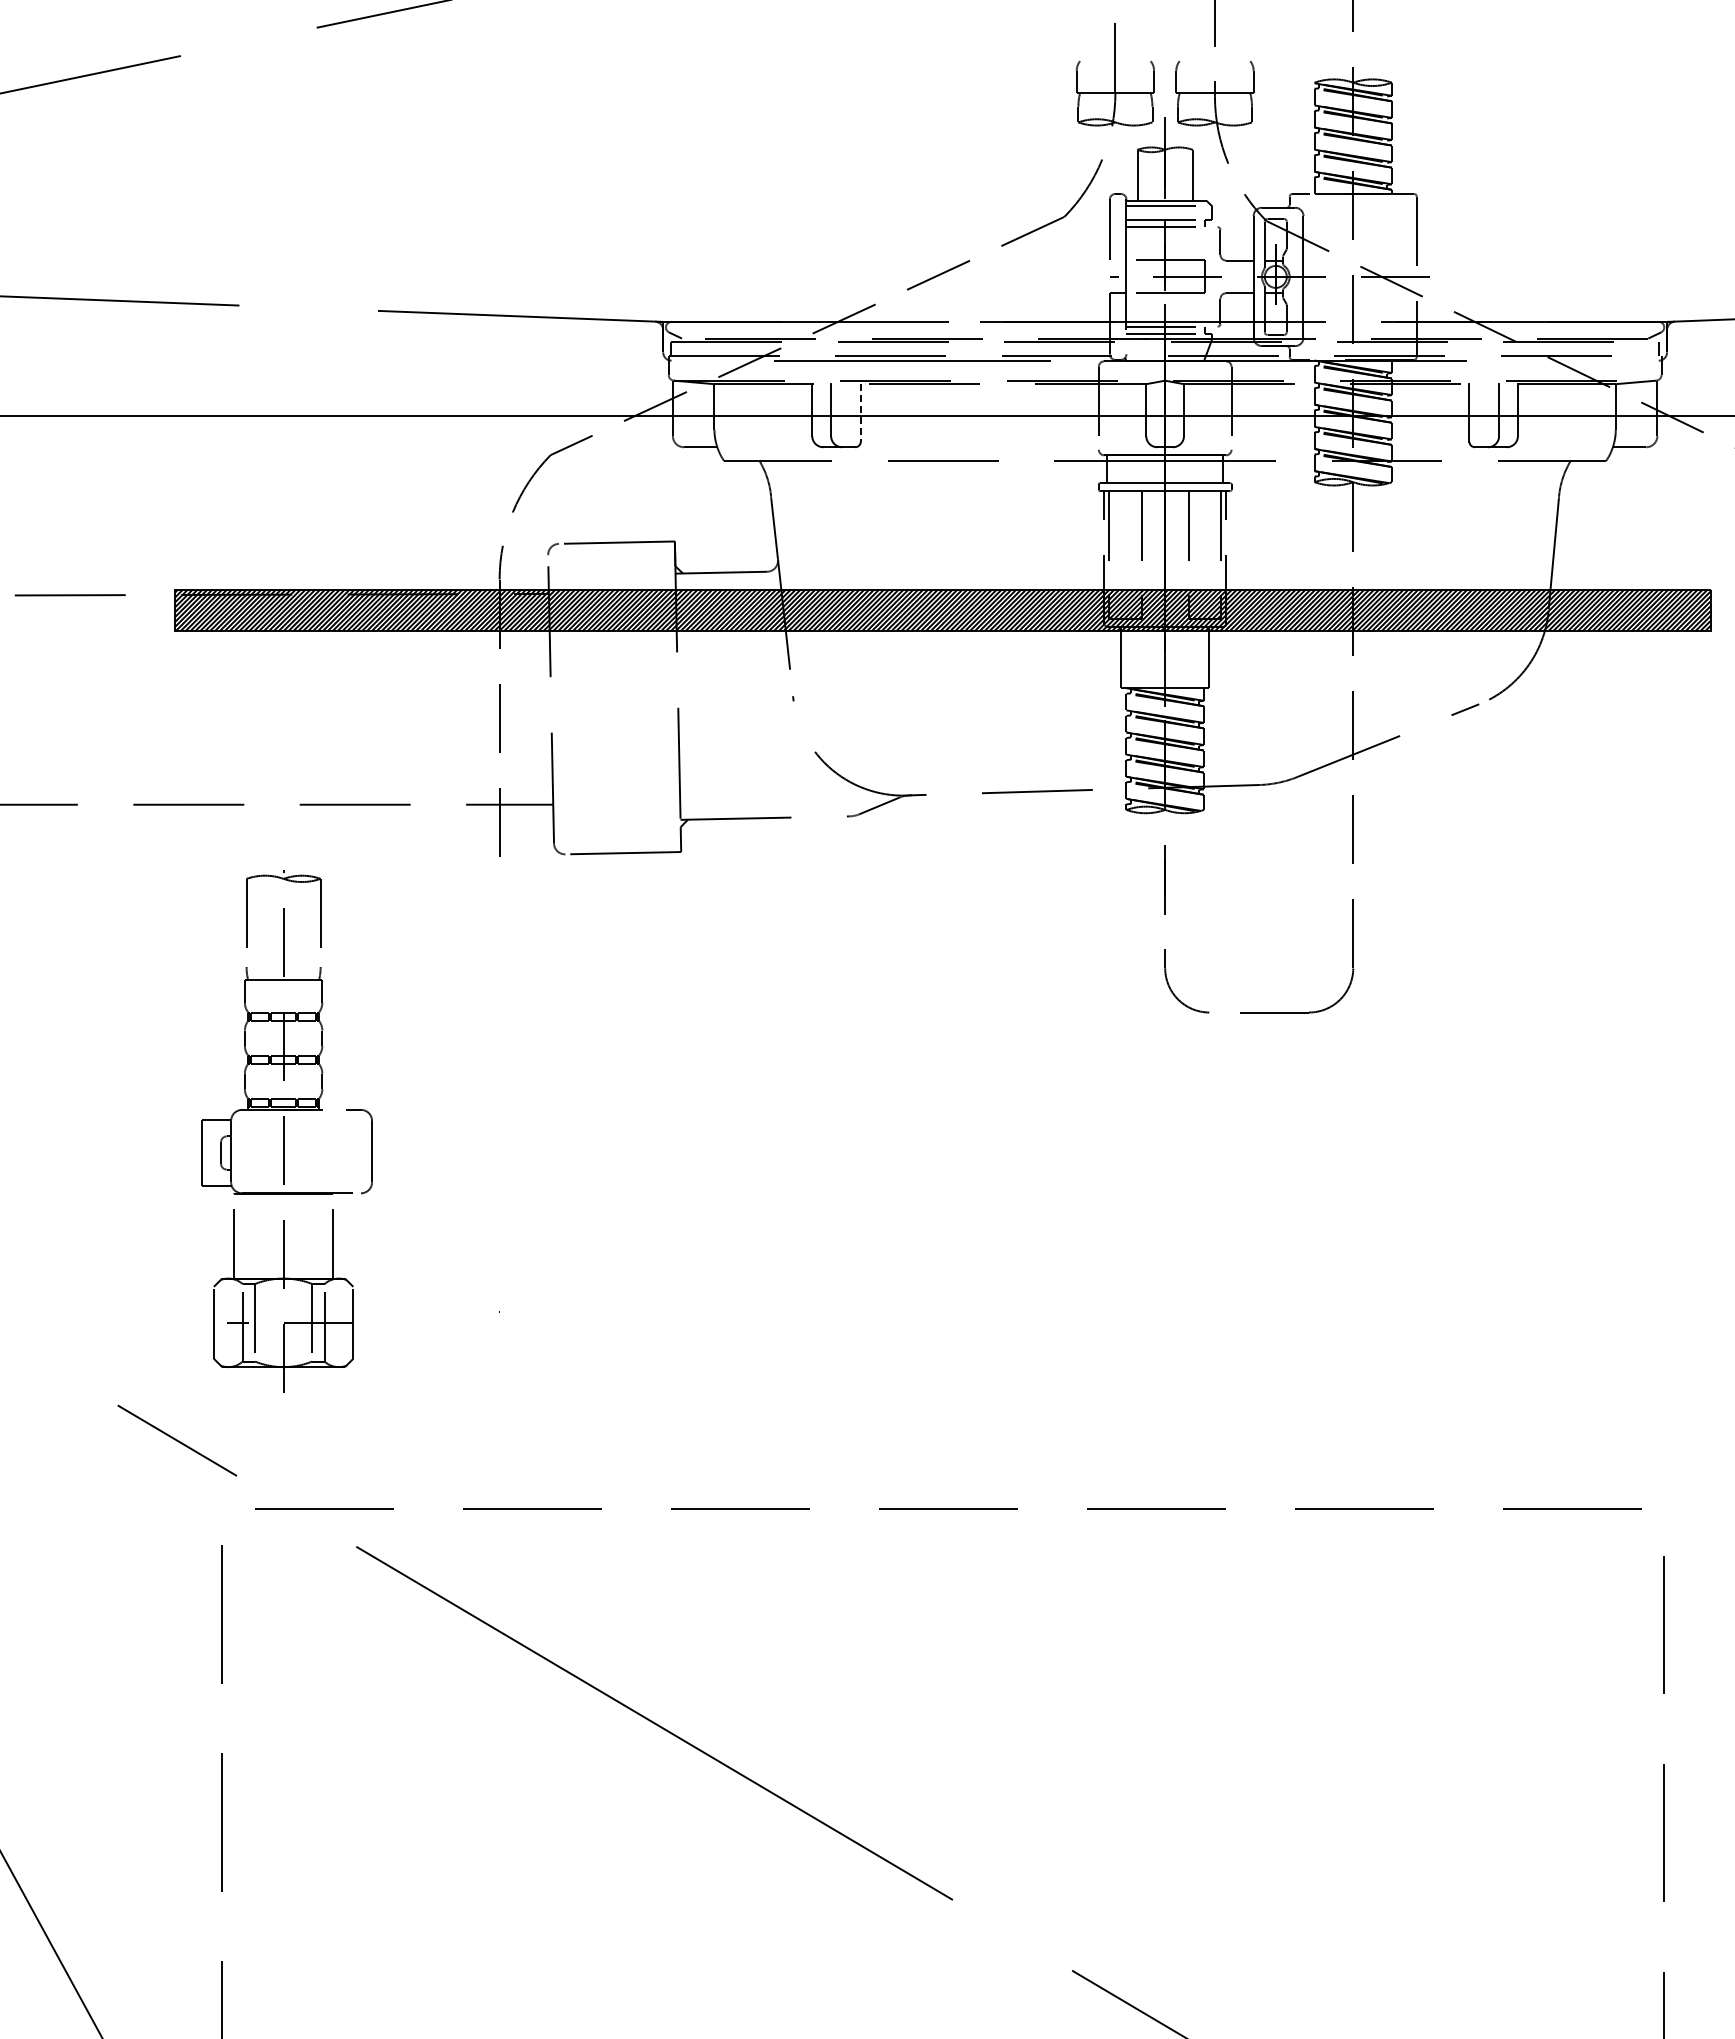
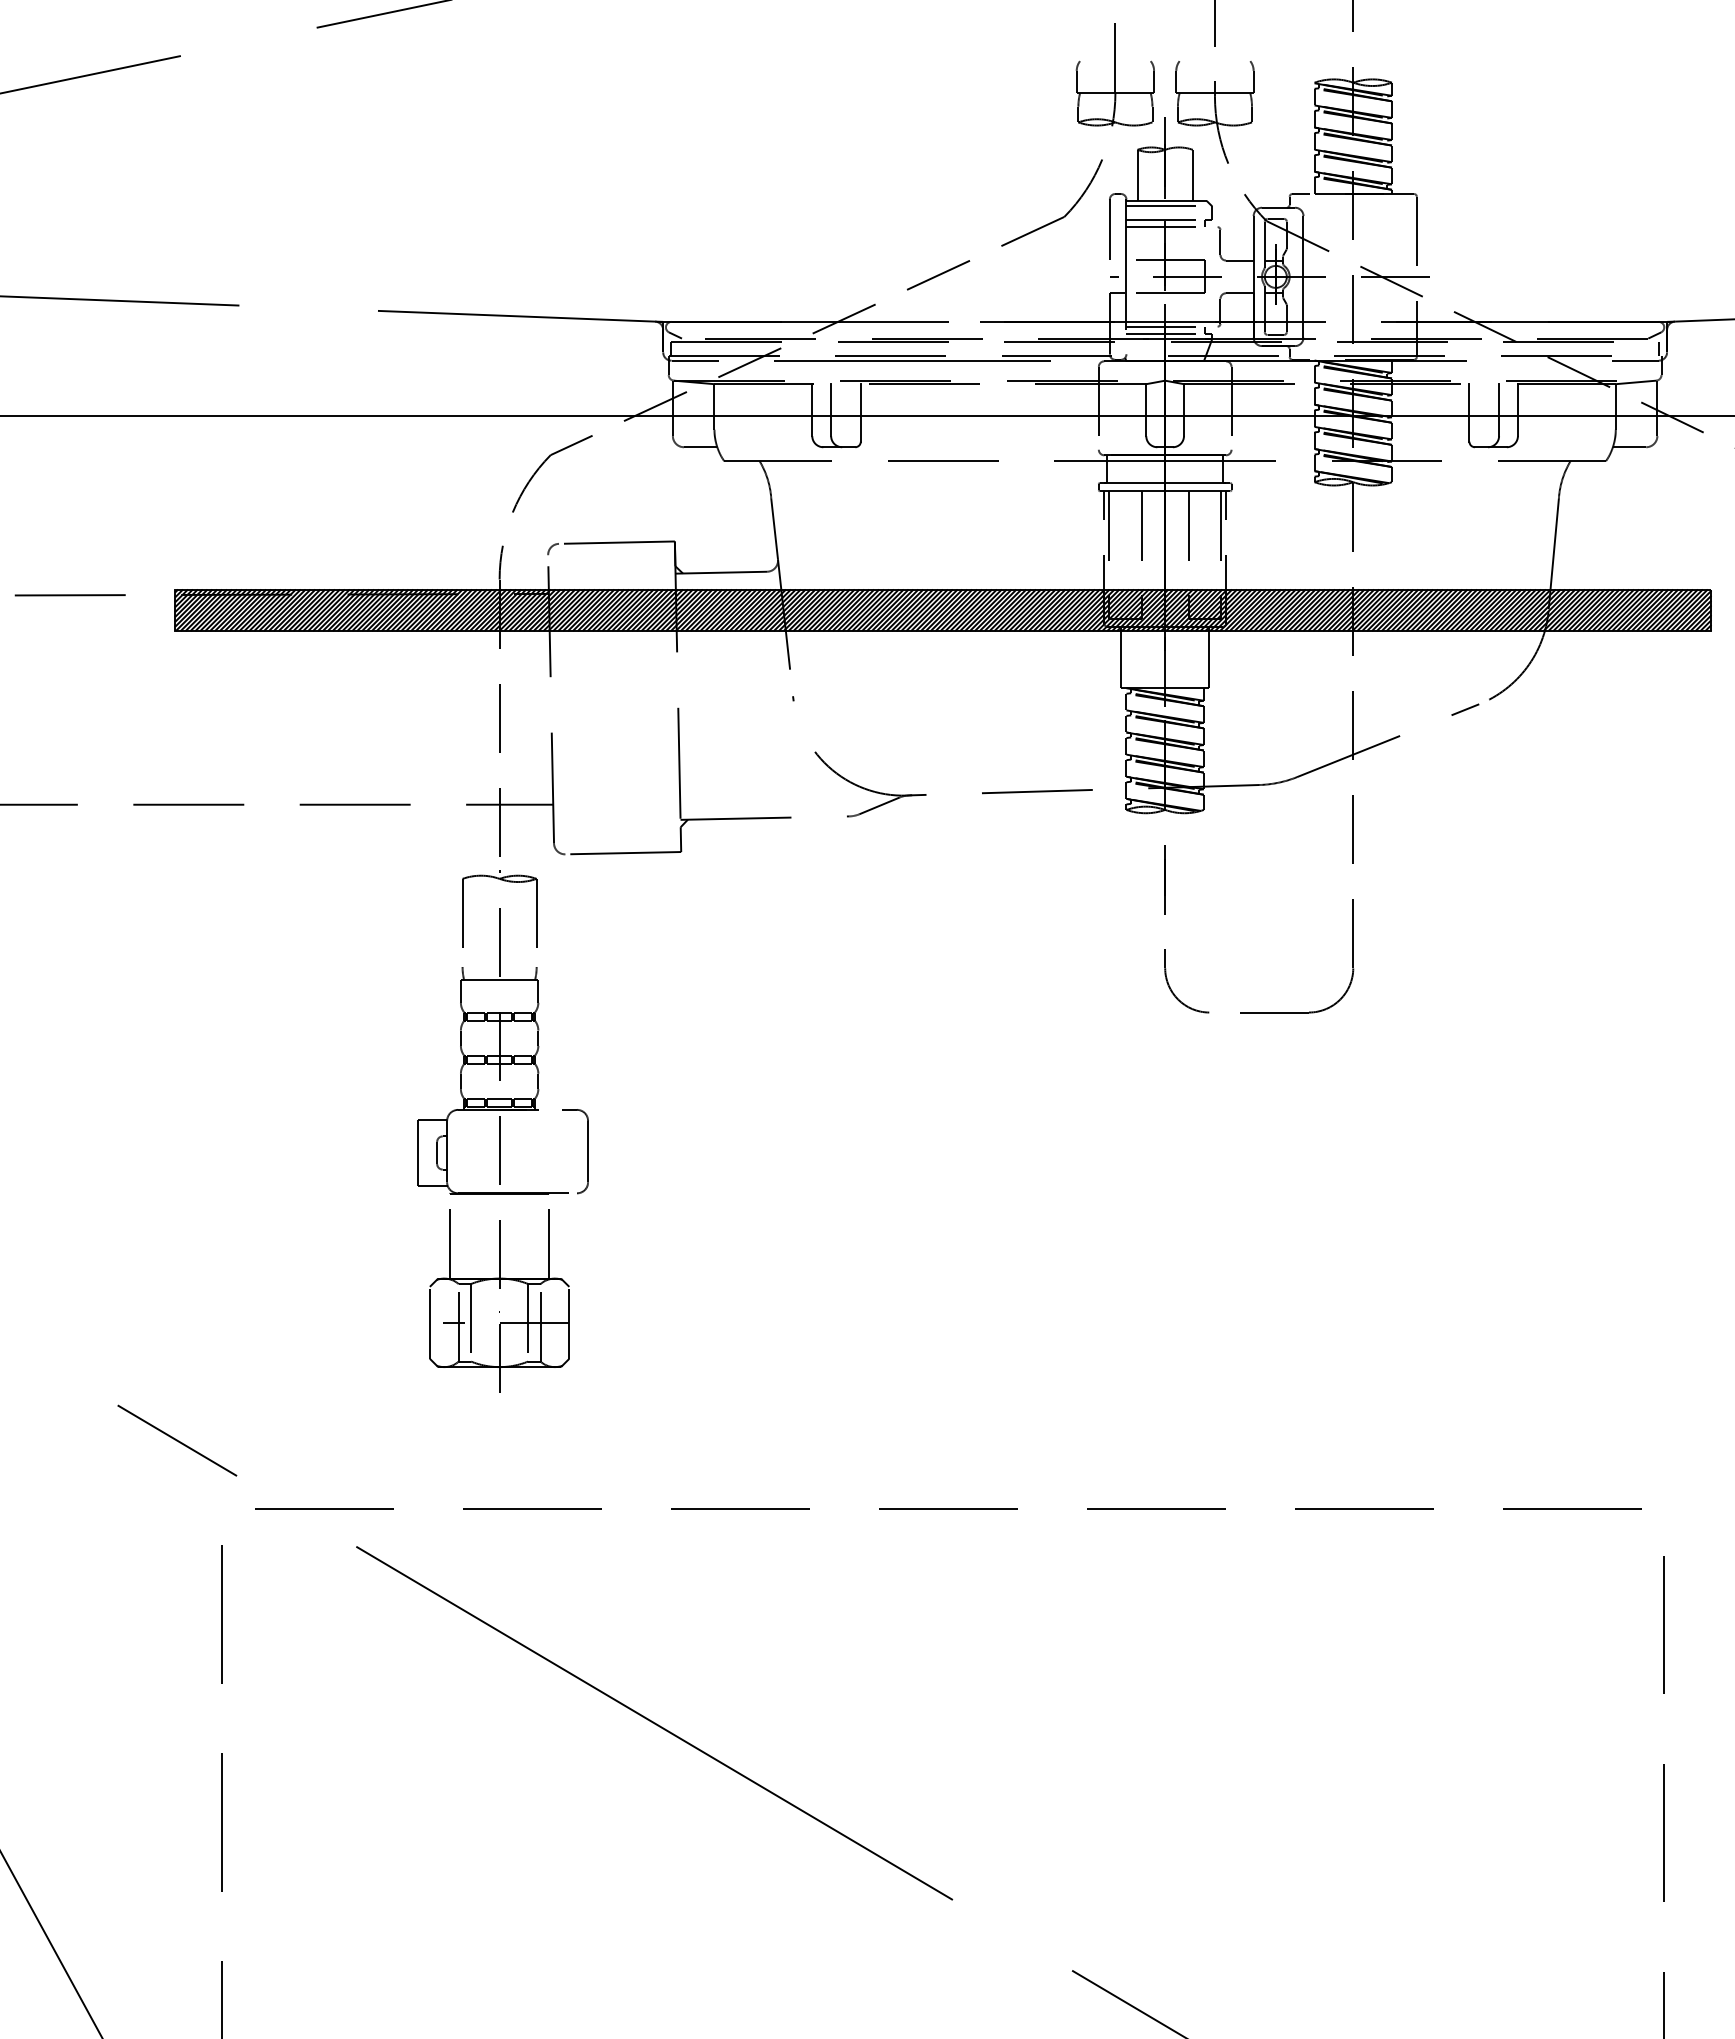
line at (694, 360): none -> present
line at (1634, 360): none -> present
line at (860, 412): dashed -> solid
part at (286, 1131) position: (286, 1131) -> (502, 1131)
